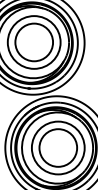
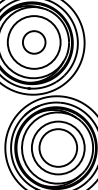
circle at (34, 42) diameter: 38 px -> 23 px
